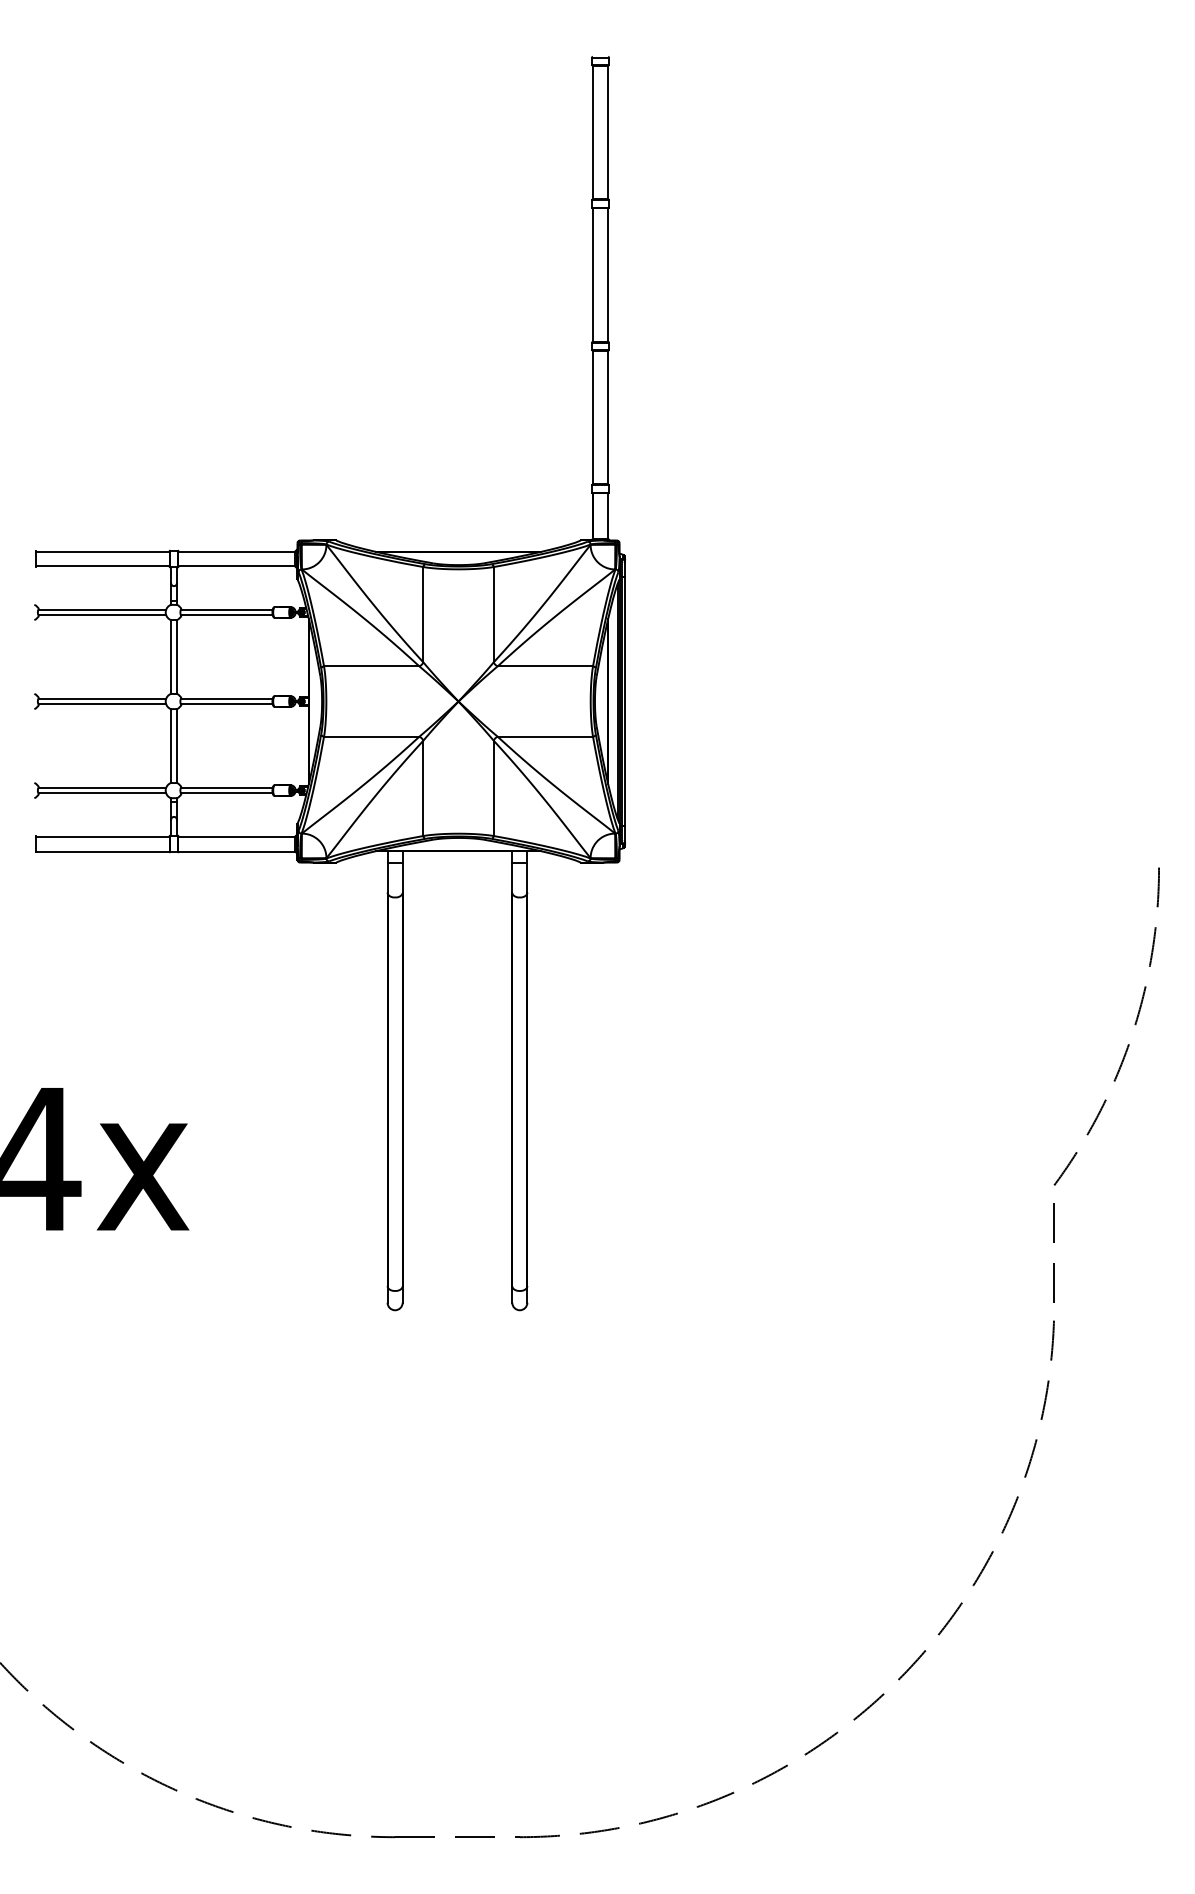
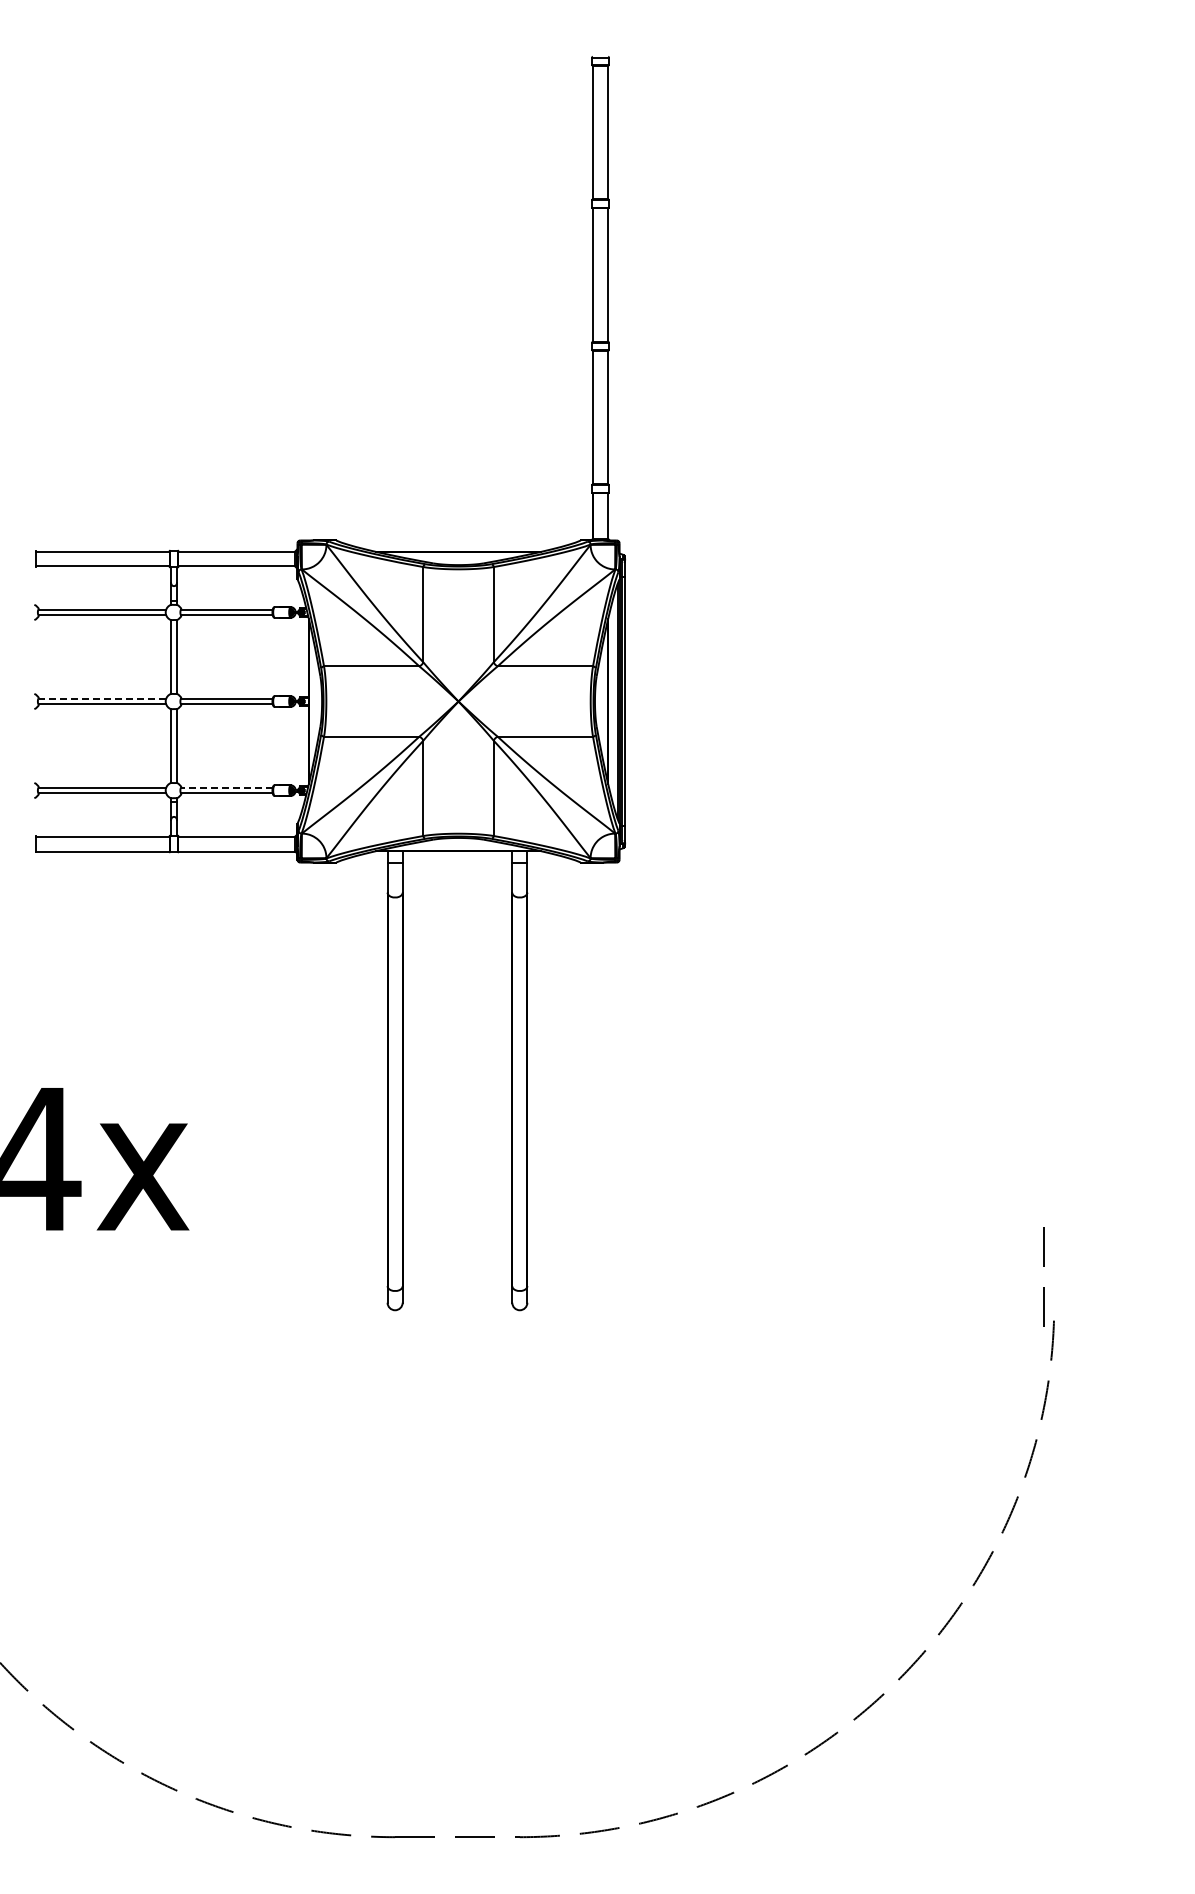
line at (102, 698): solid -> dashed
line at (227, 787): solid -> dashed
arc at (1134, 1024): present -> none
line at (1053, 1242) position: (1053, 1242) -> (1043, 1266)
